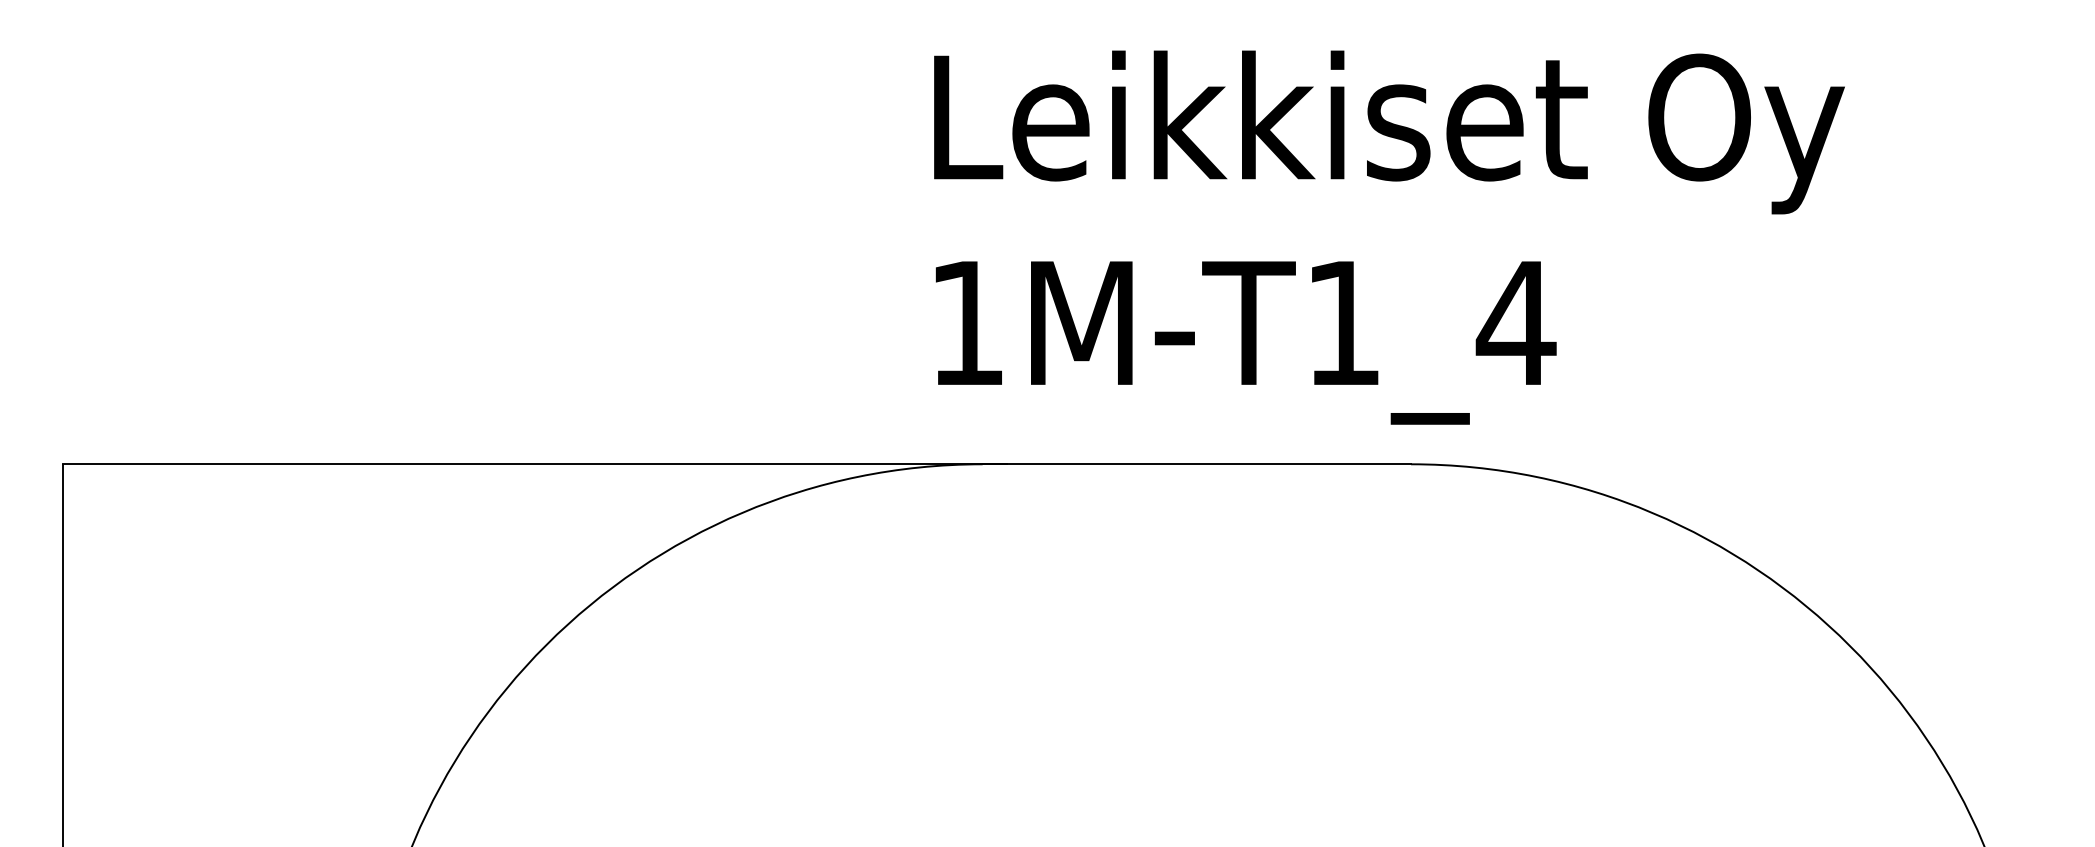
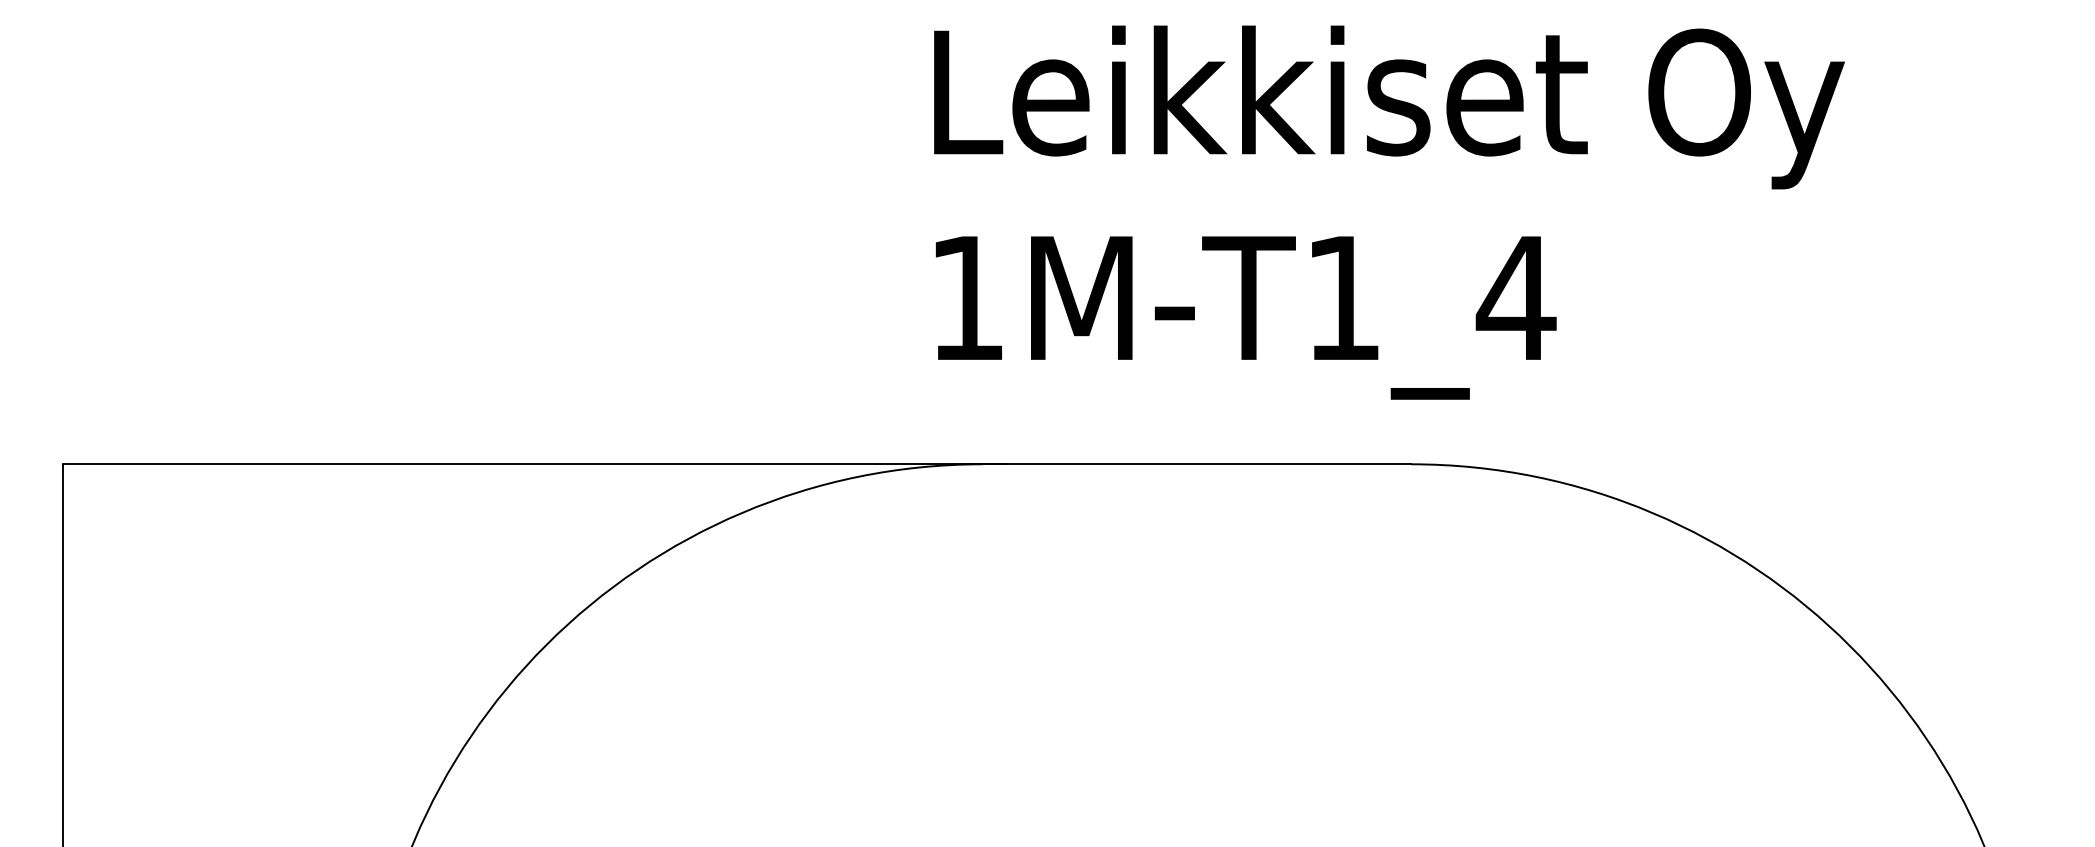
text at (1389, 237) position: (1389, 237) -> (1389, 212)
